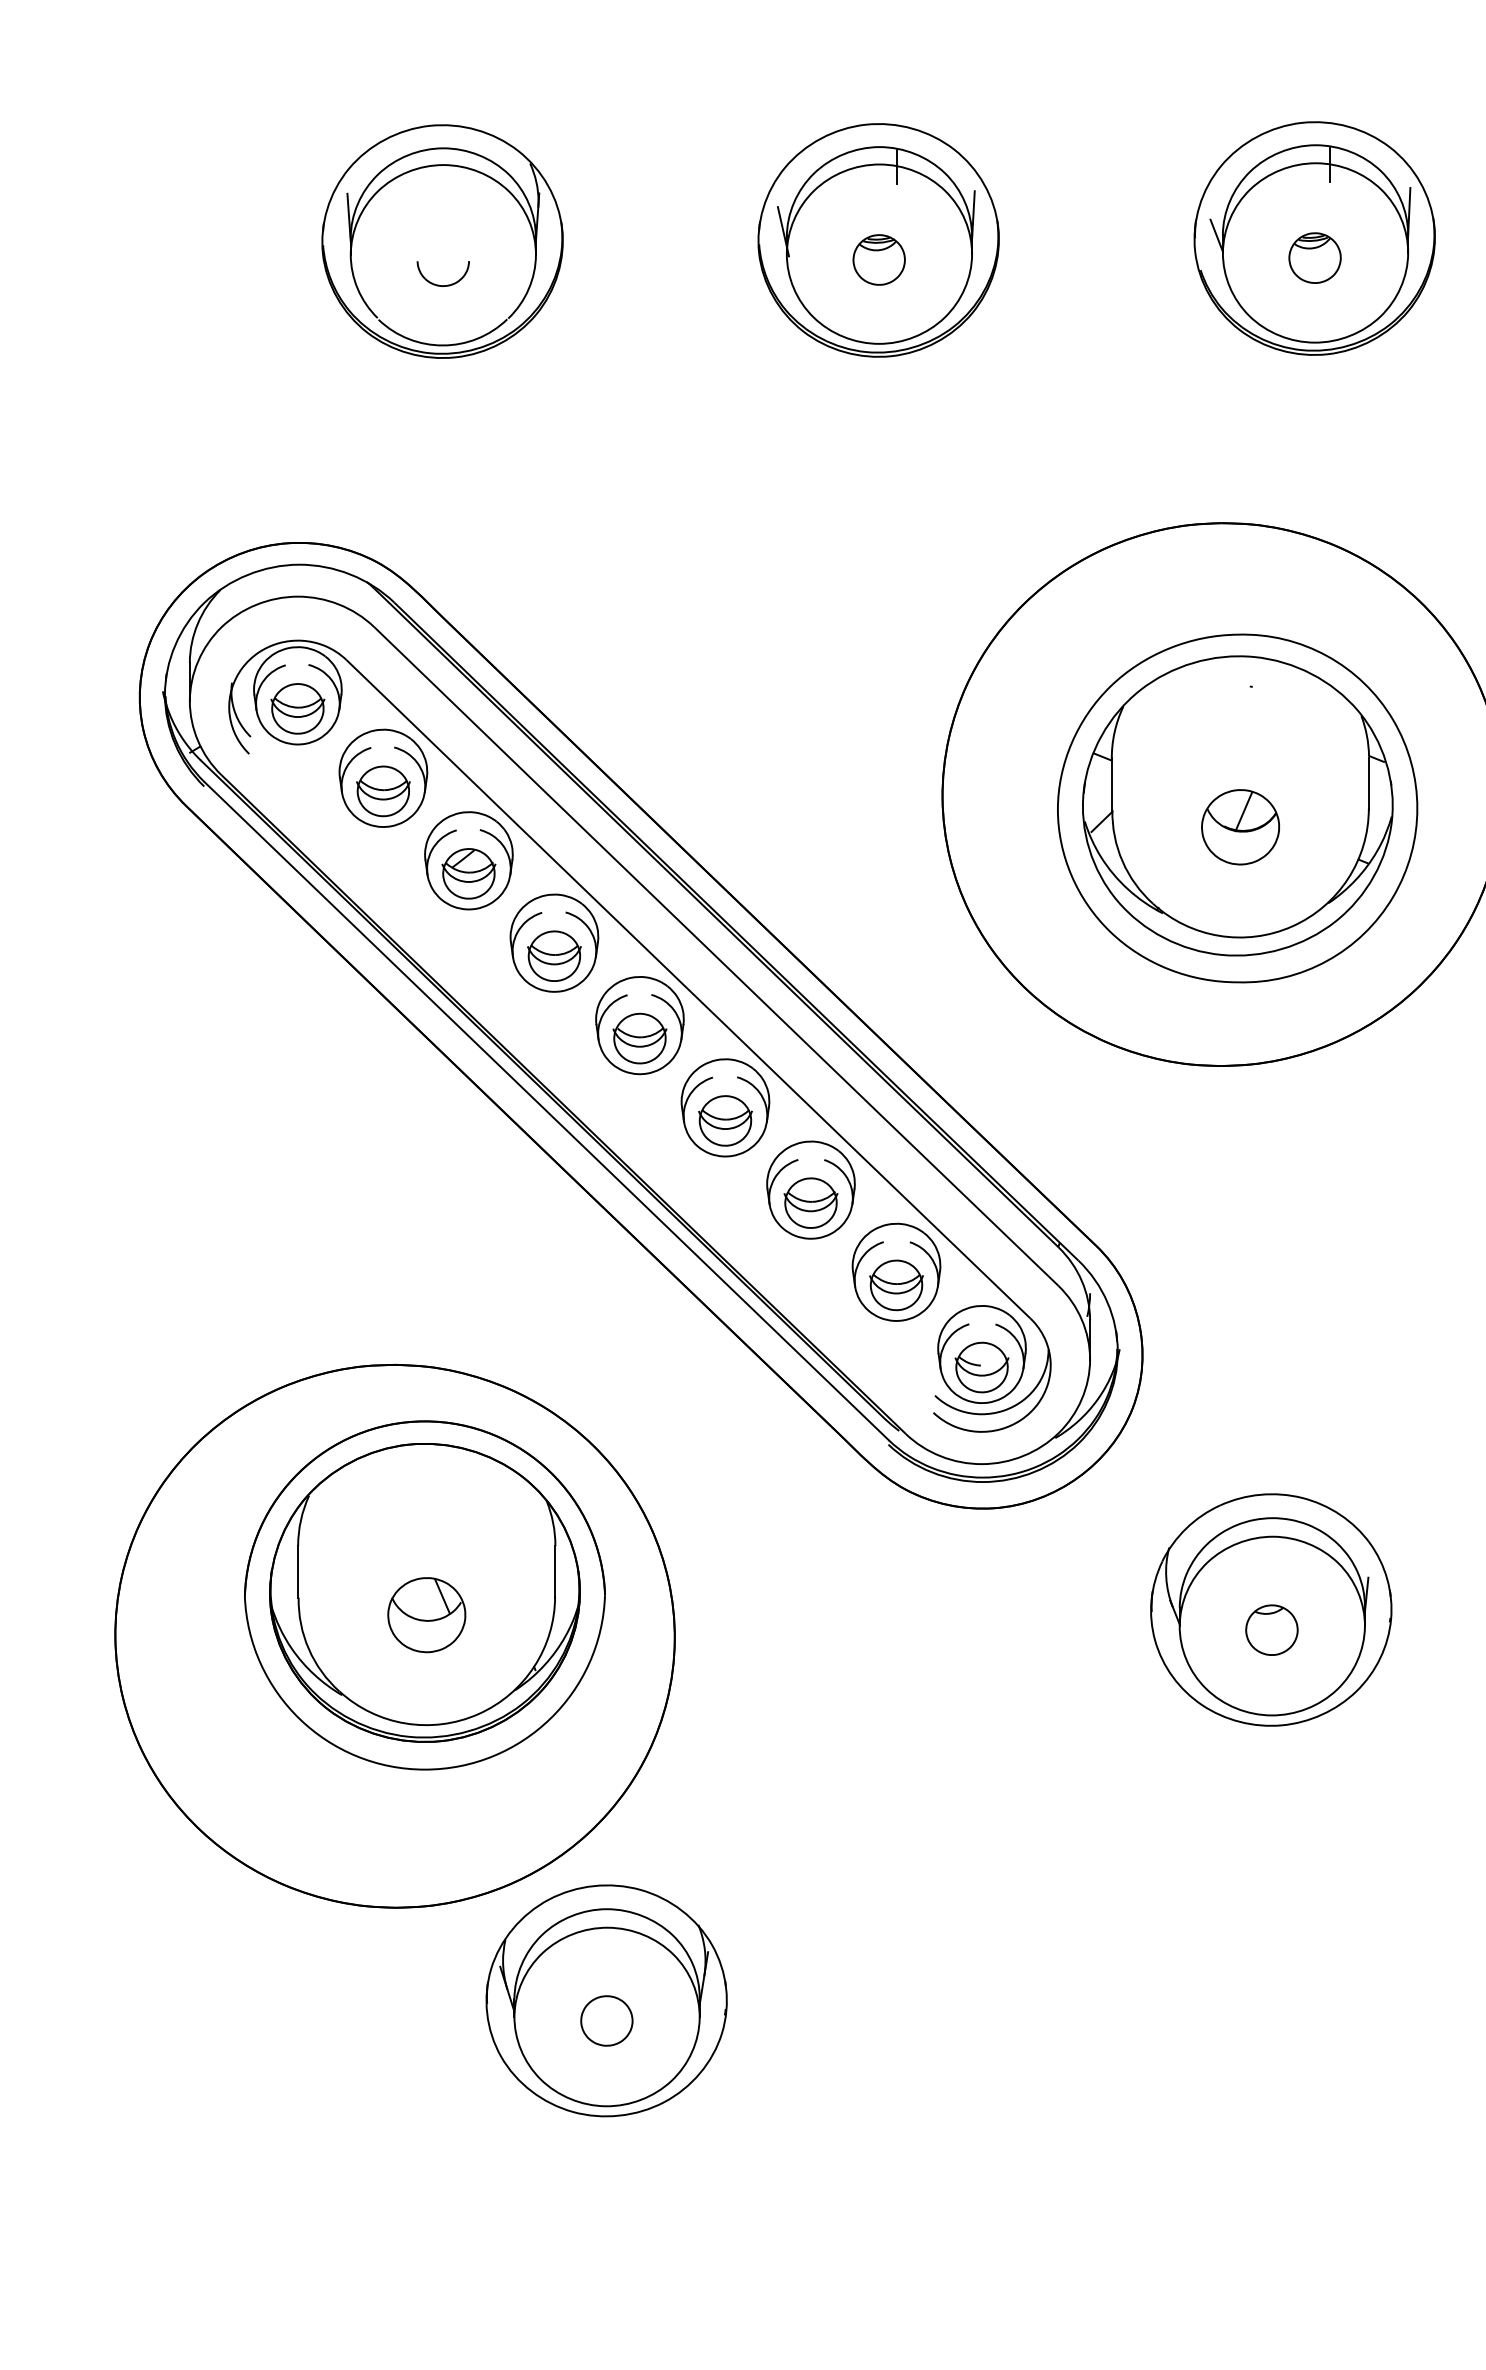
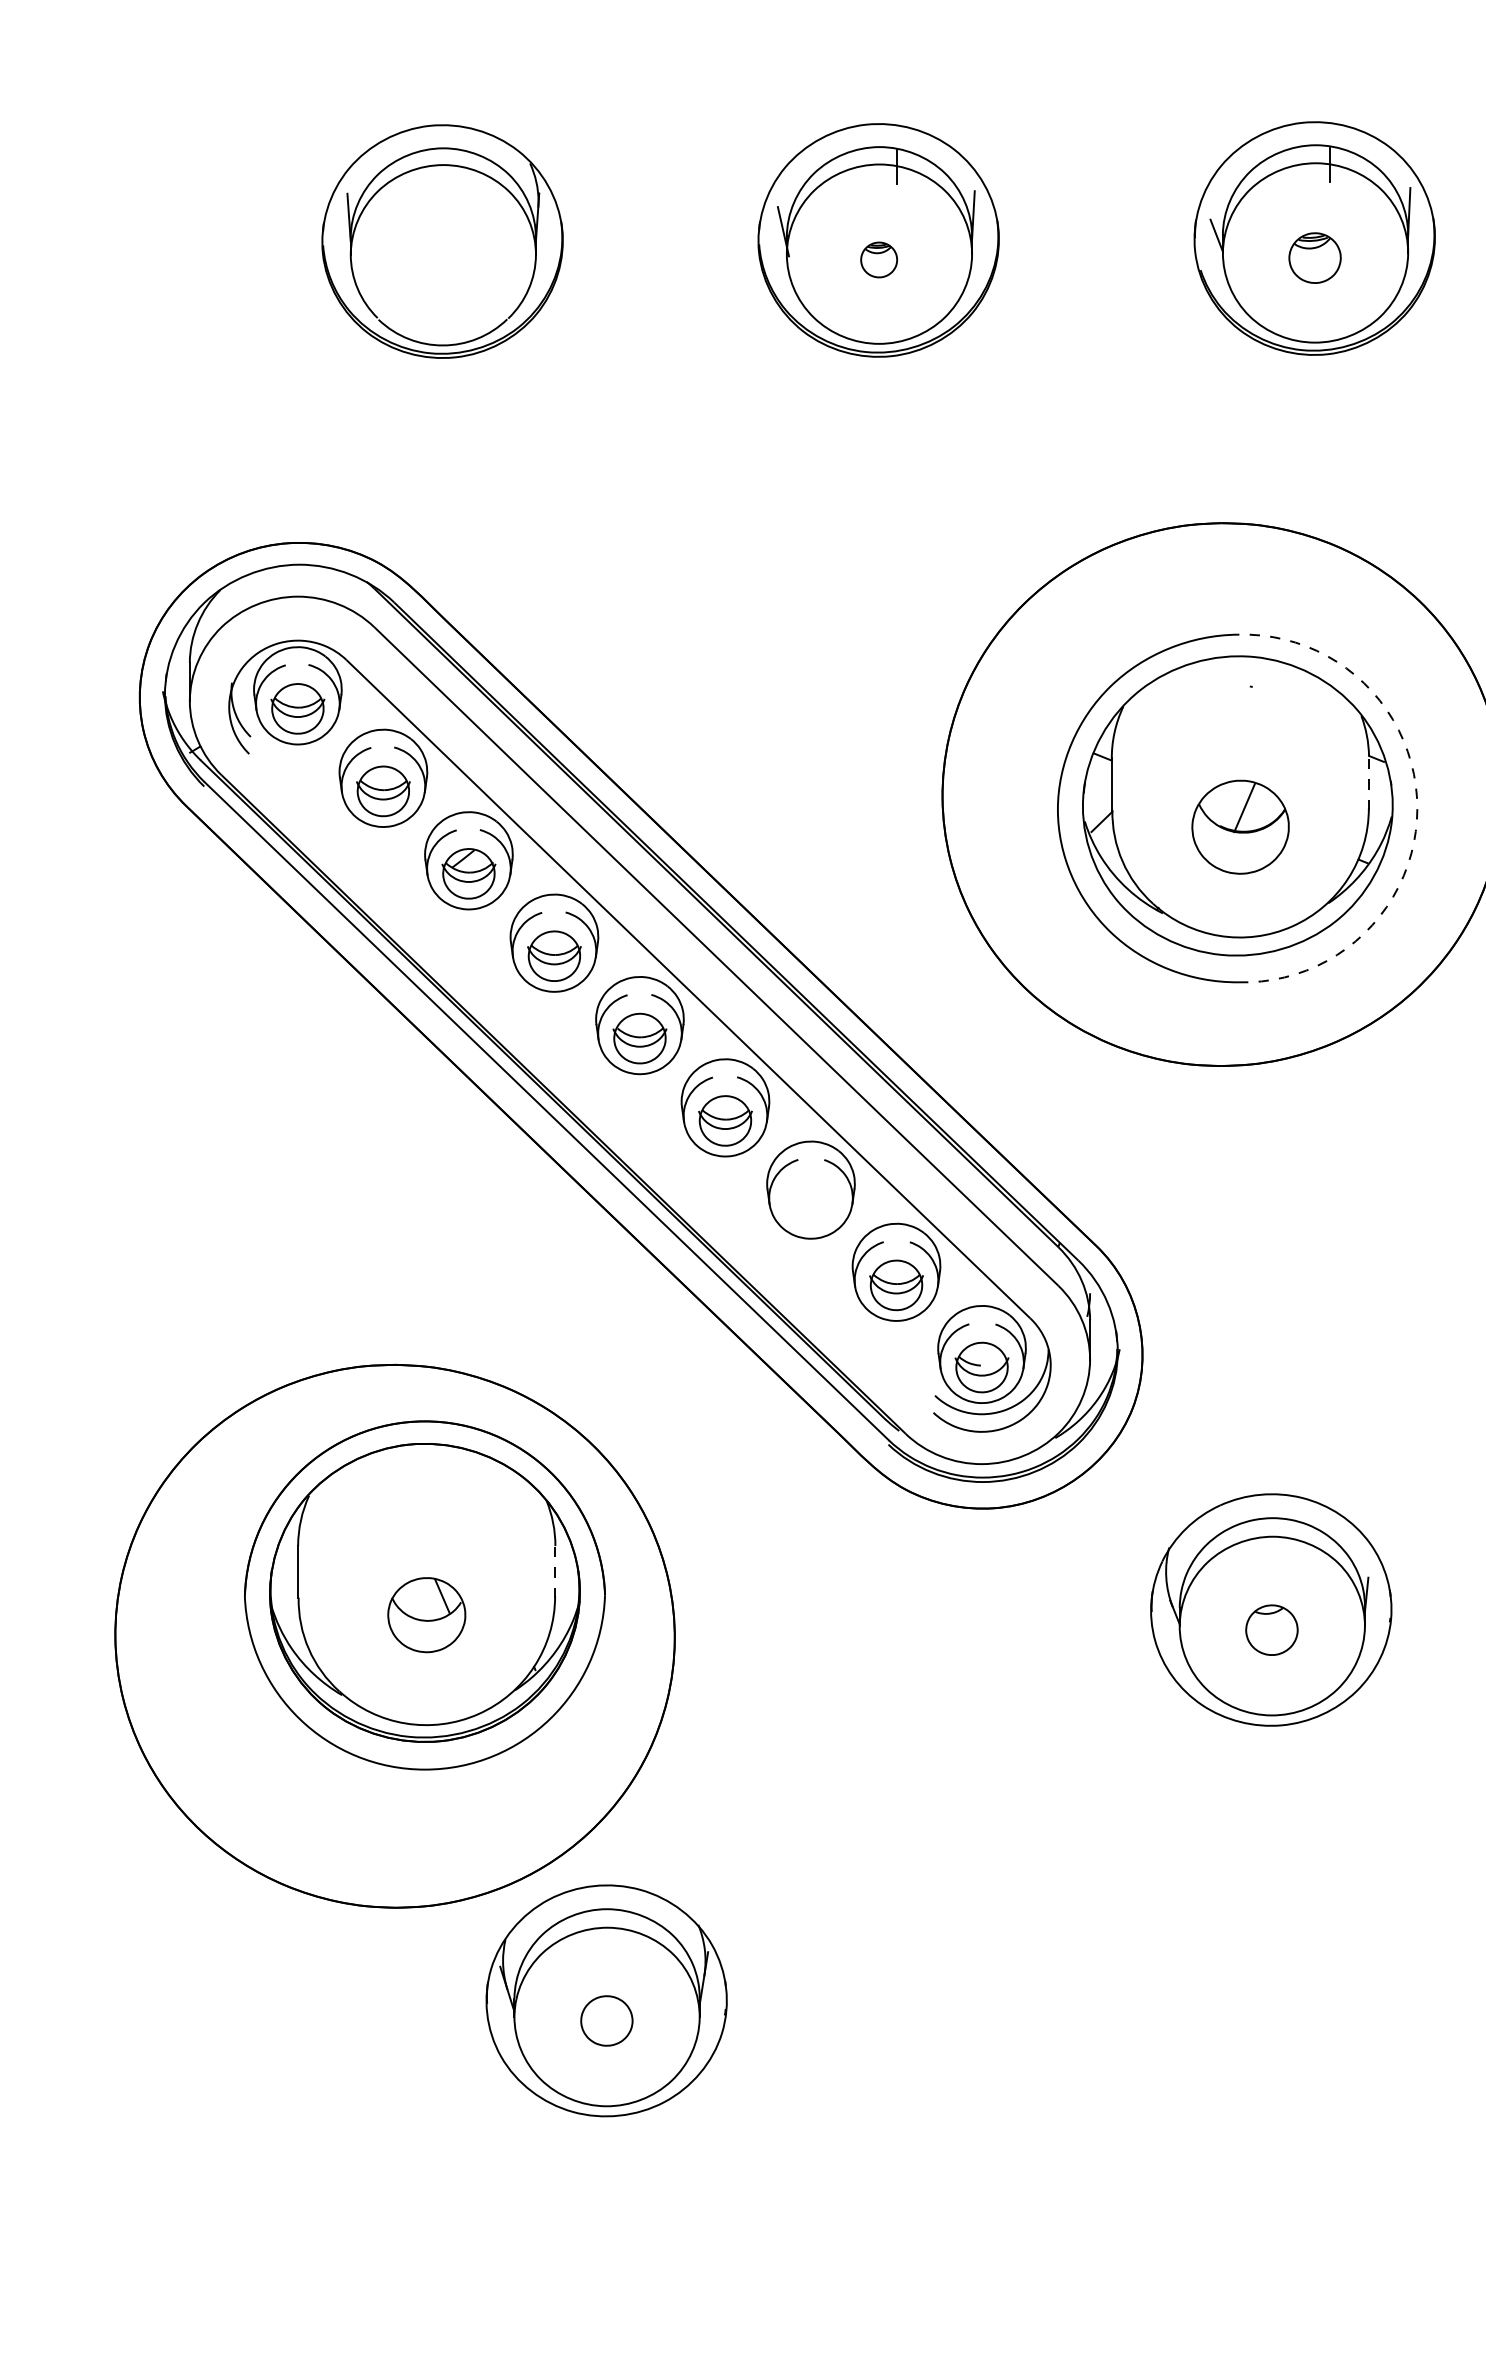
part at (878, 259) size: 54x52 px -> 39x38 px
part at (438, 284): present -> none
line at (1369, 784): solid -> dashed
arc at (1417, 808): solid -> dashed
part at (1240, 827) size: 79x77 px -> 99x96 px
part at (810, 1202): present -> none
line at (555, 1571): solid -> dashed
